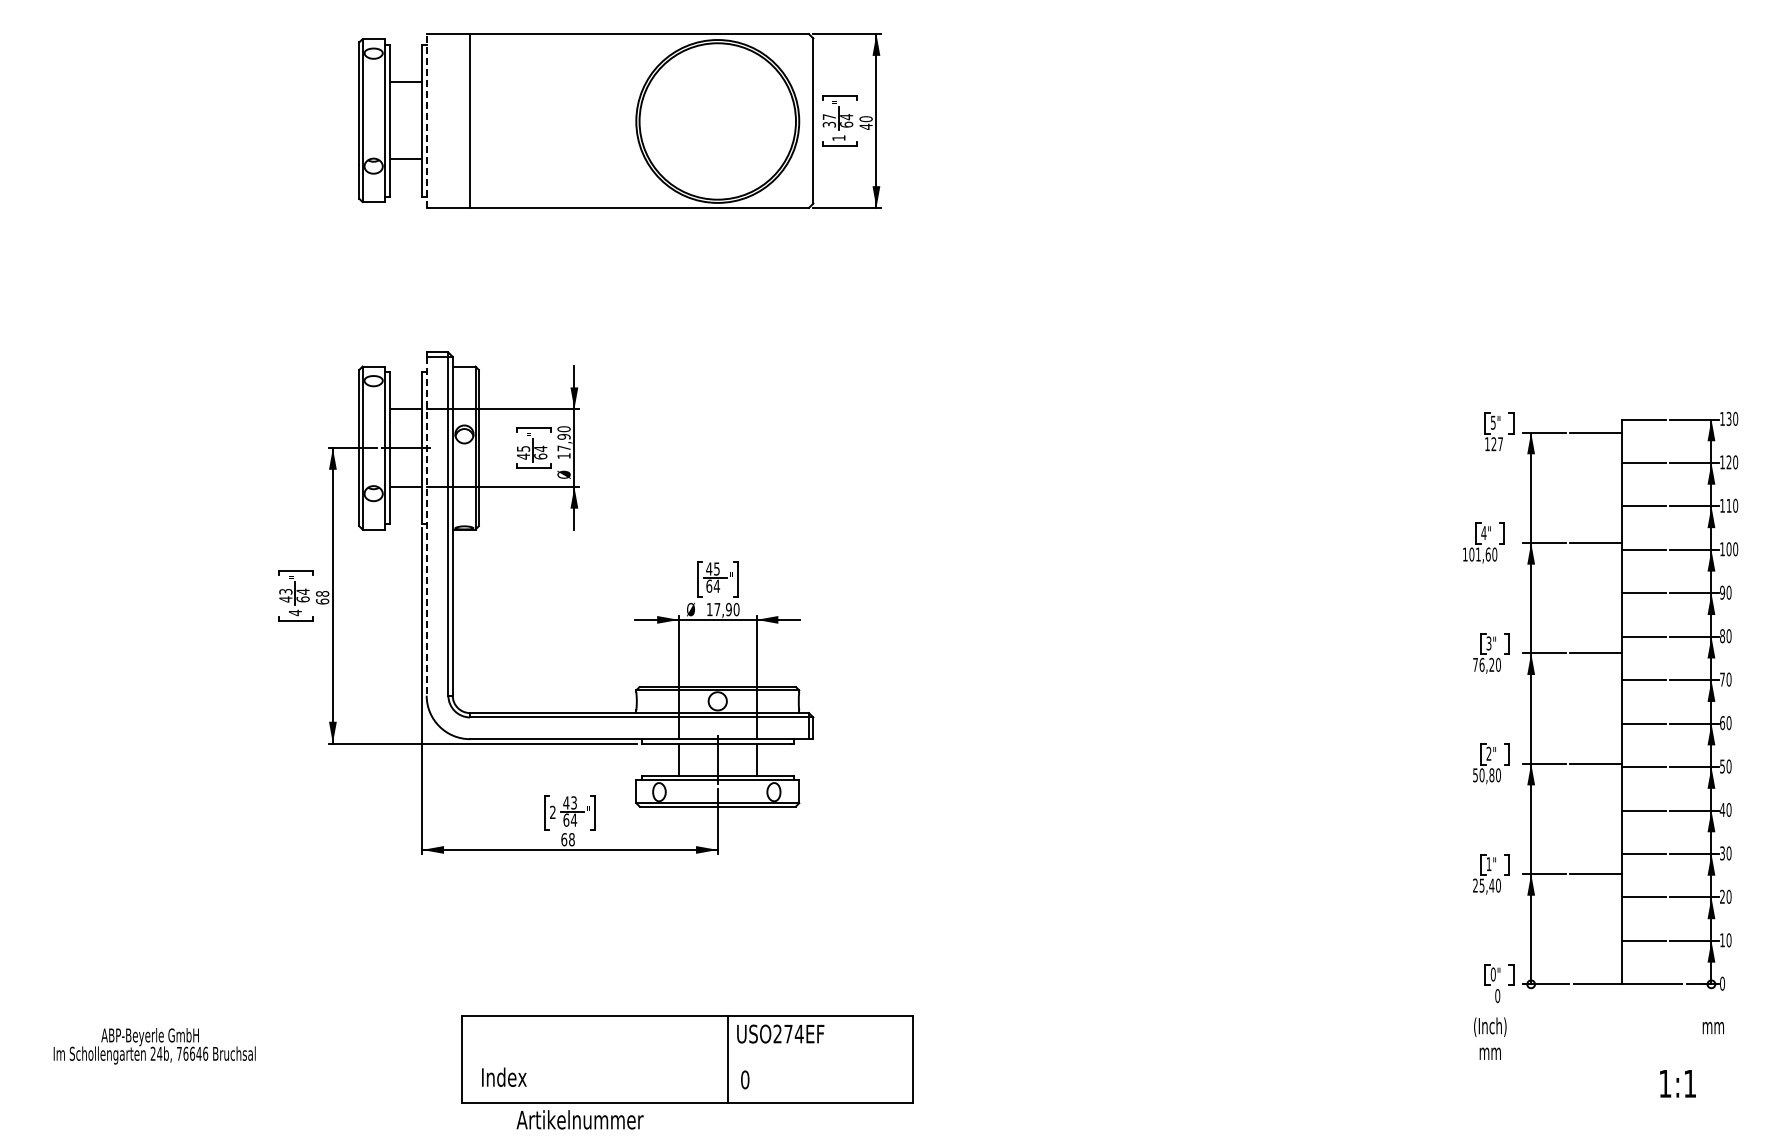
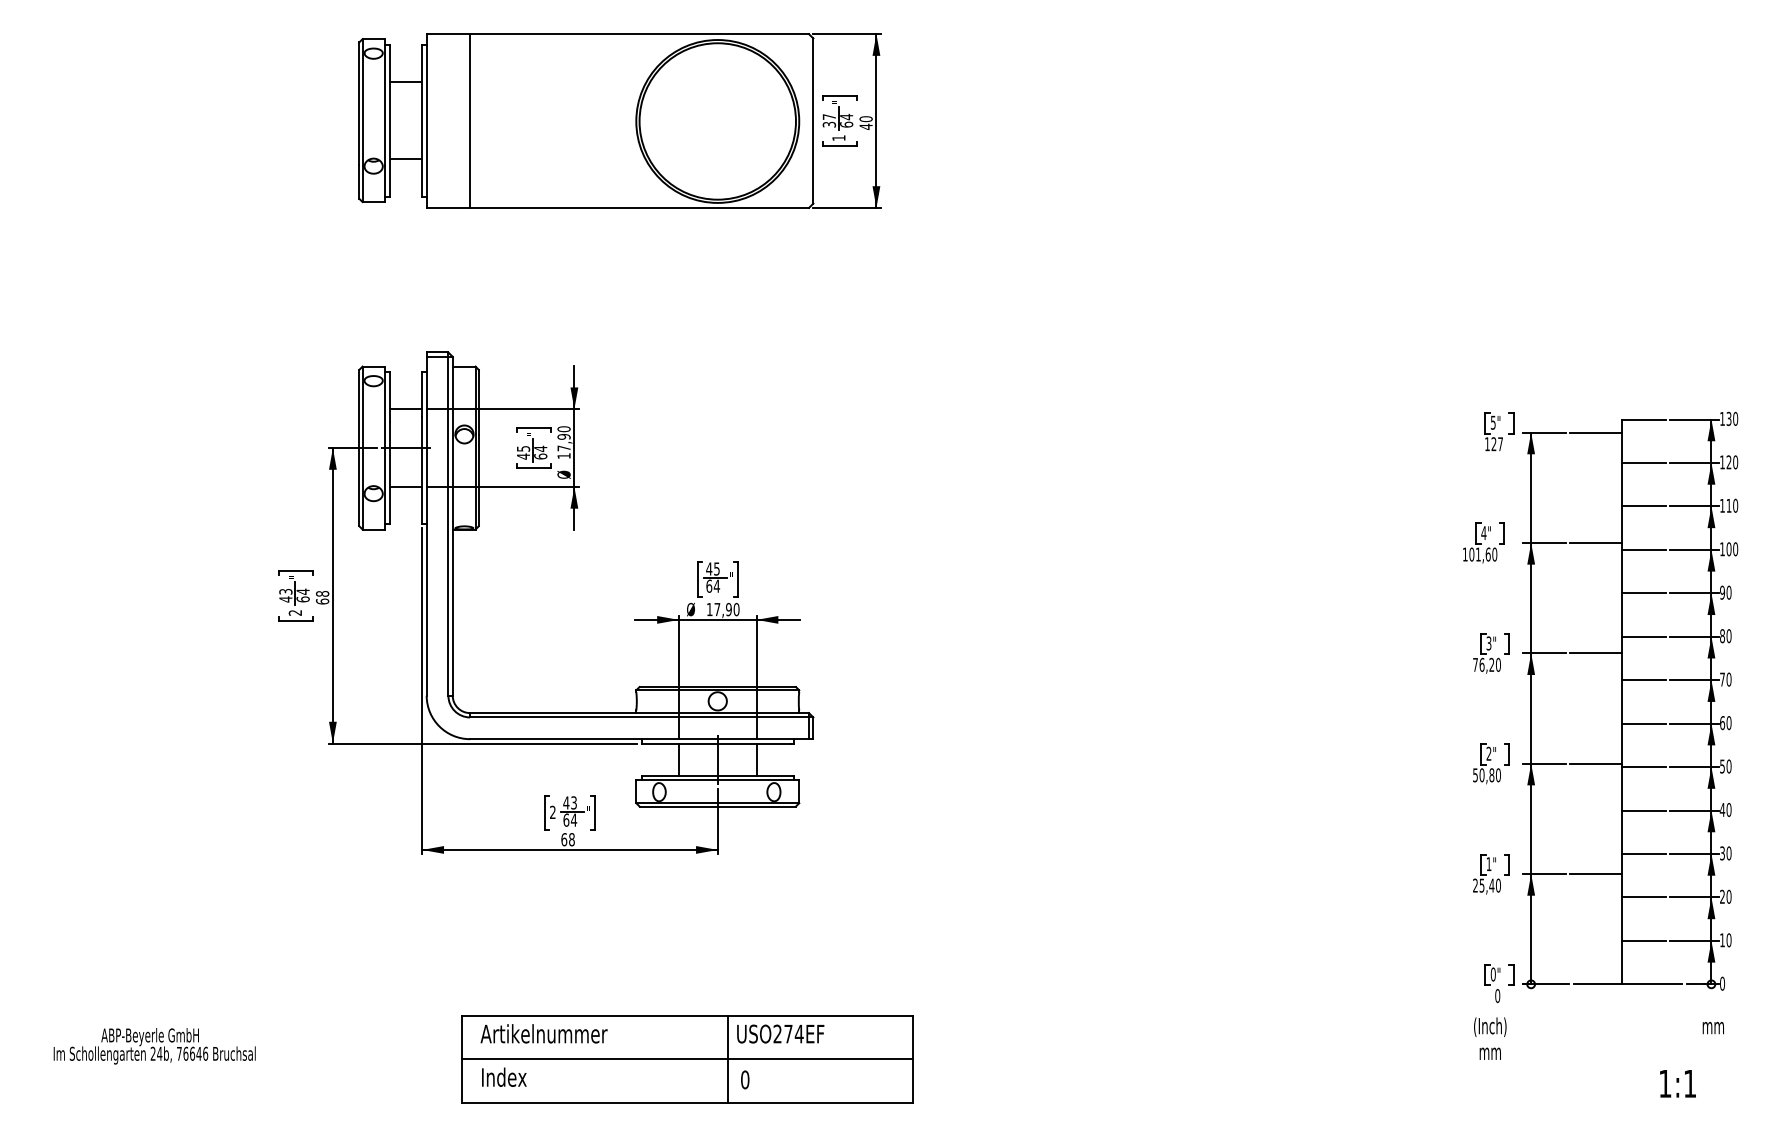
line at (426, 121): dashed -> solid
line at (426, 526): dashed -> solid
text at (294, 612): 4 -> 2
line at (687, 1059): none -> present
text at (579, 1119) position: (579, 1119) -> (543, 1033)
